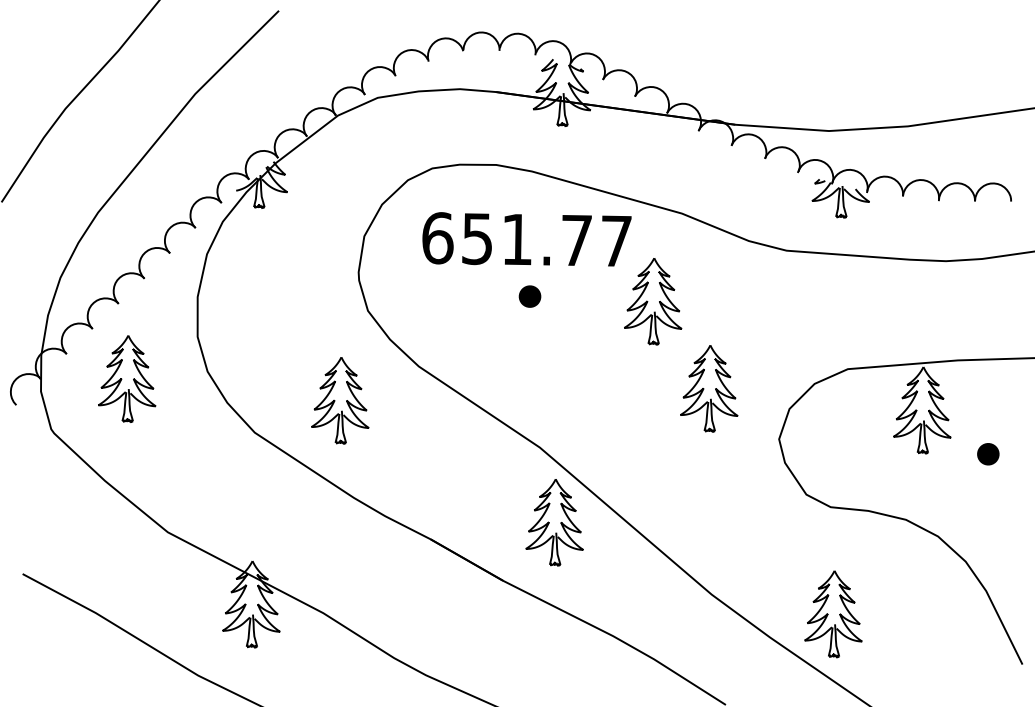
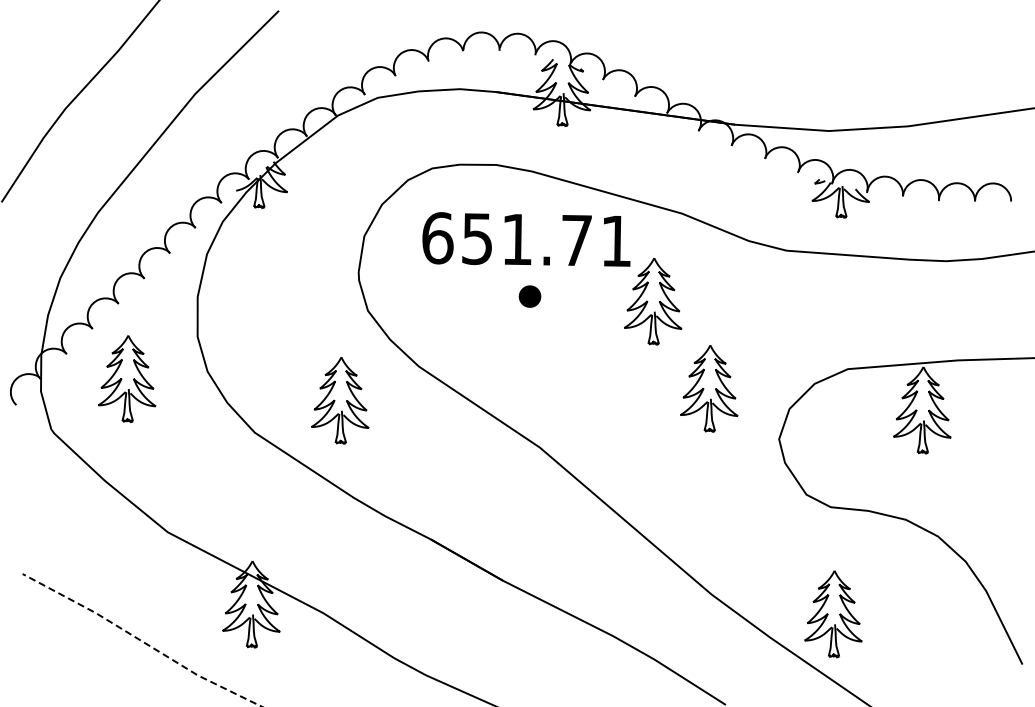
text at (616, 240): 651.77 -> 651.71
part at (988, 454): present -> none
part at (554, 522): present -> none
line at (141, 641): solid -> dashed
